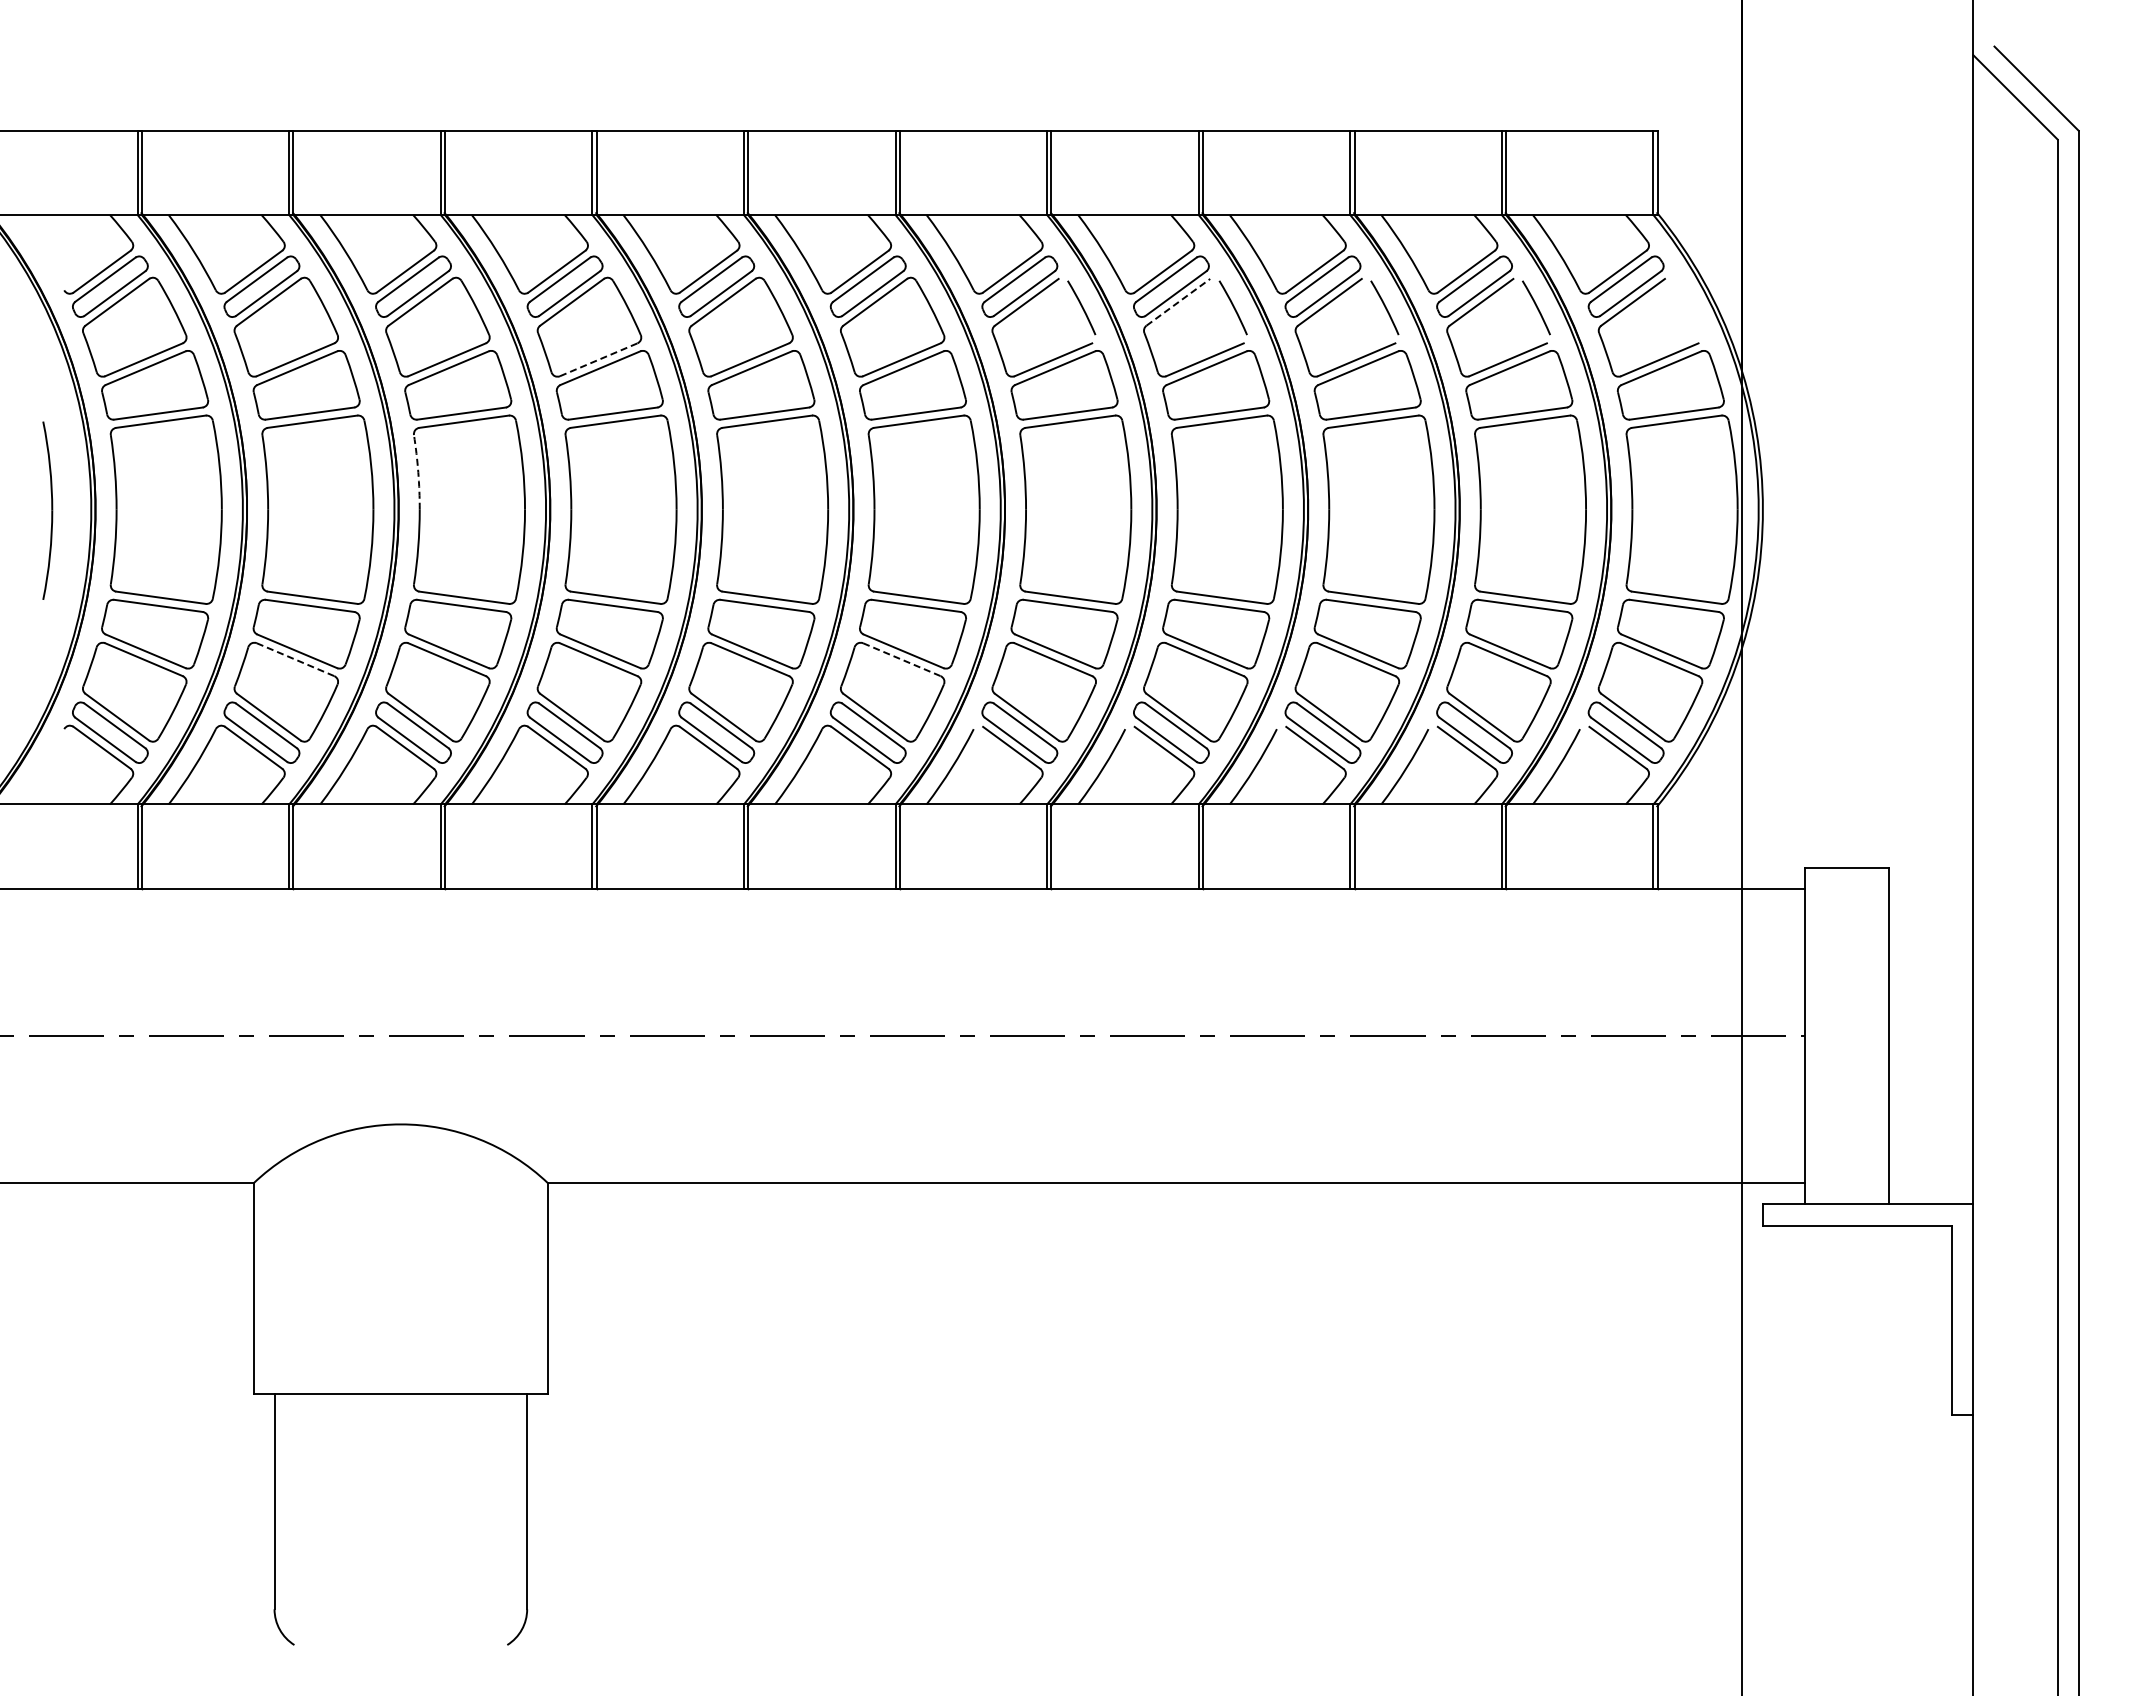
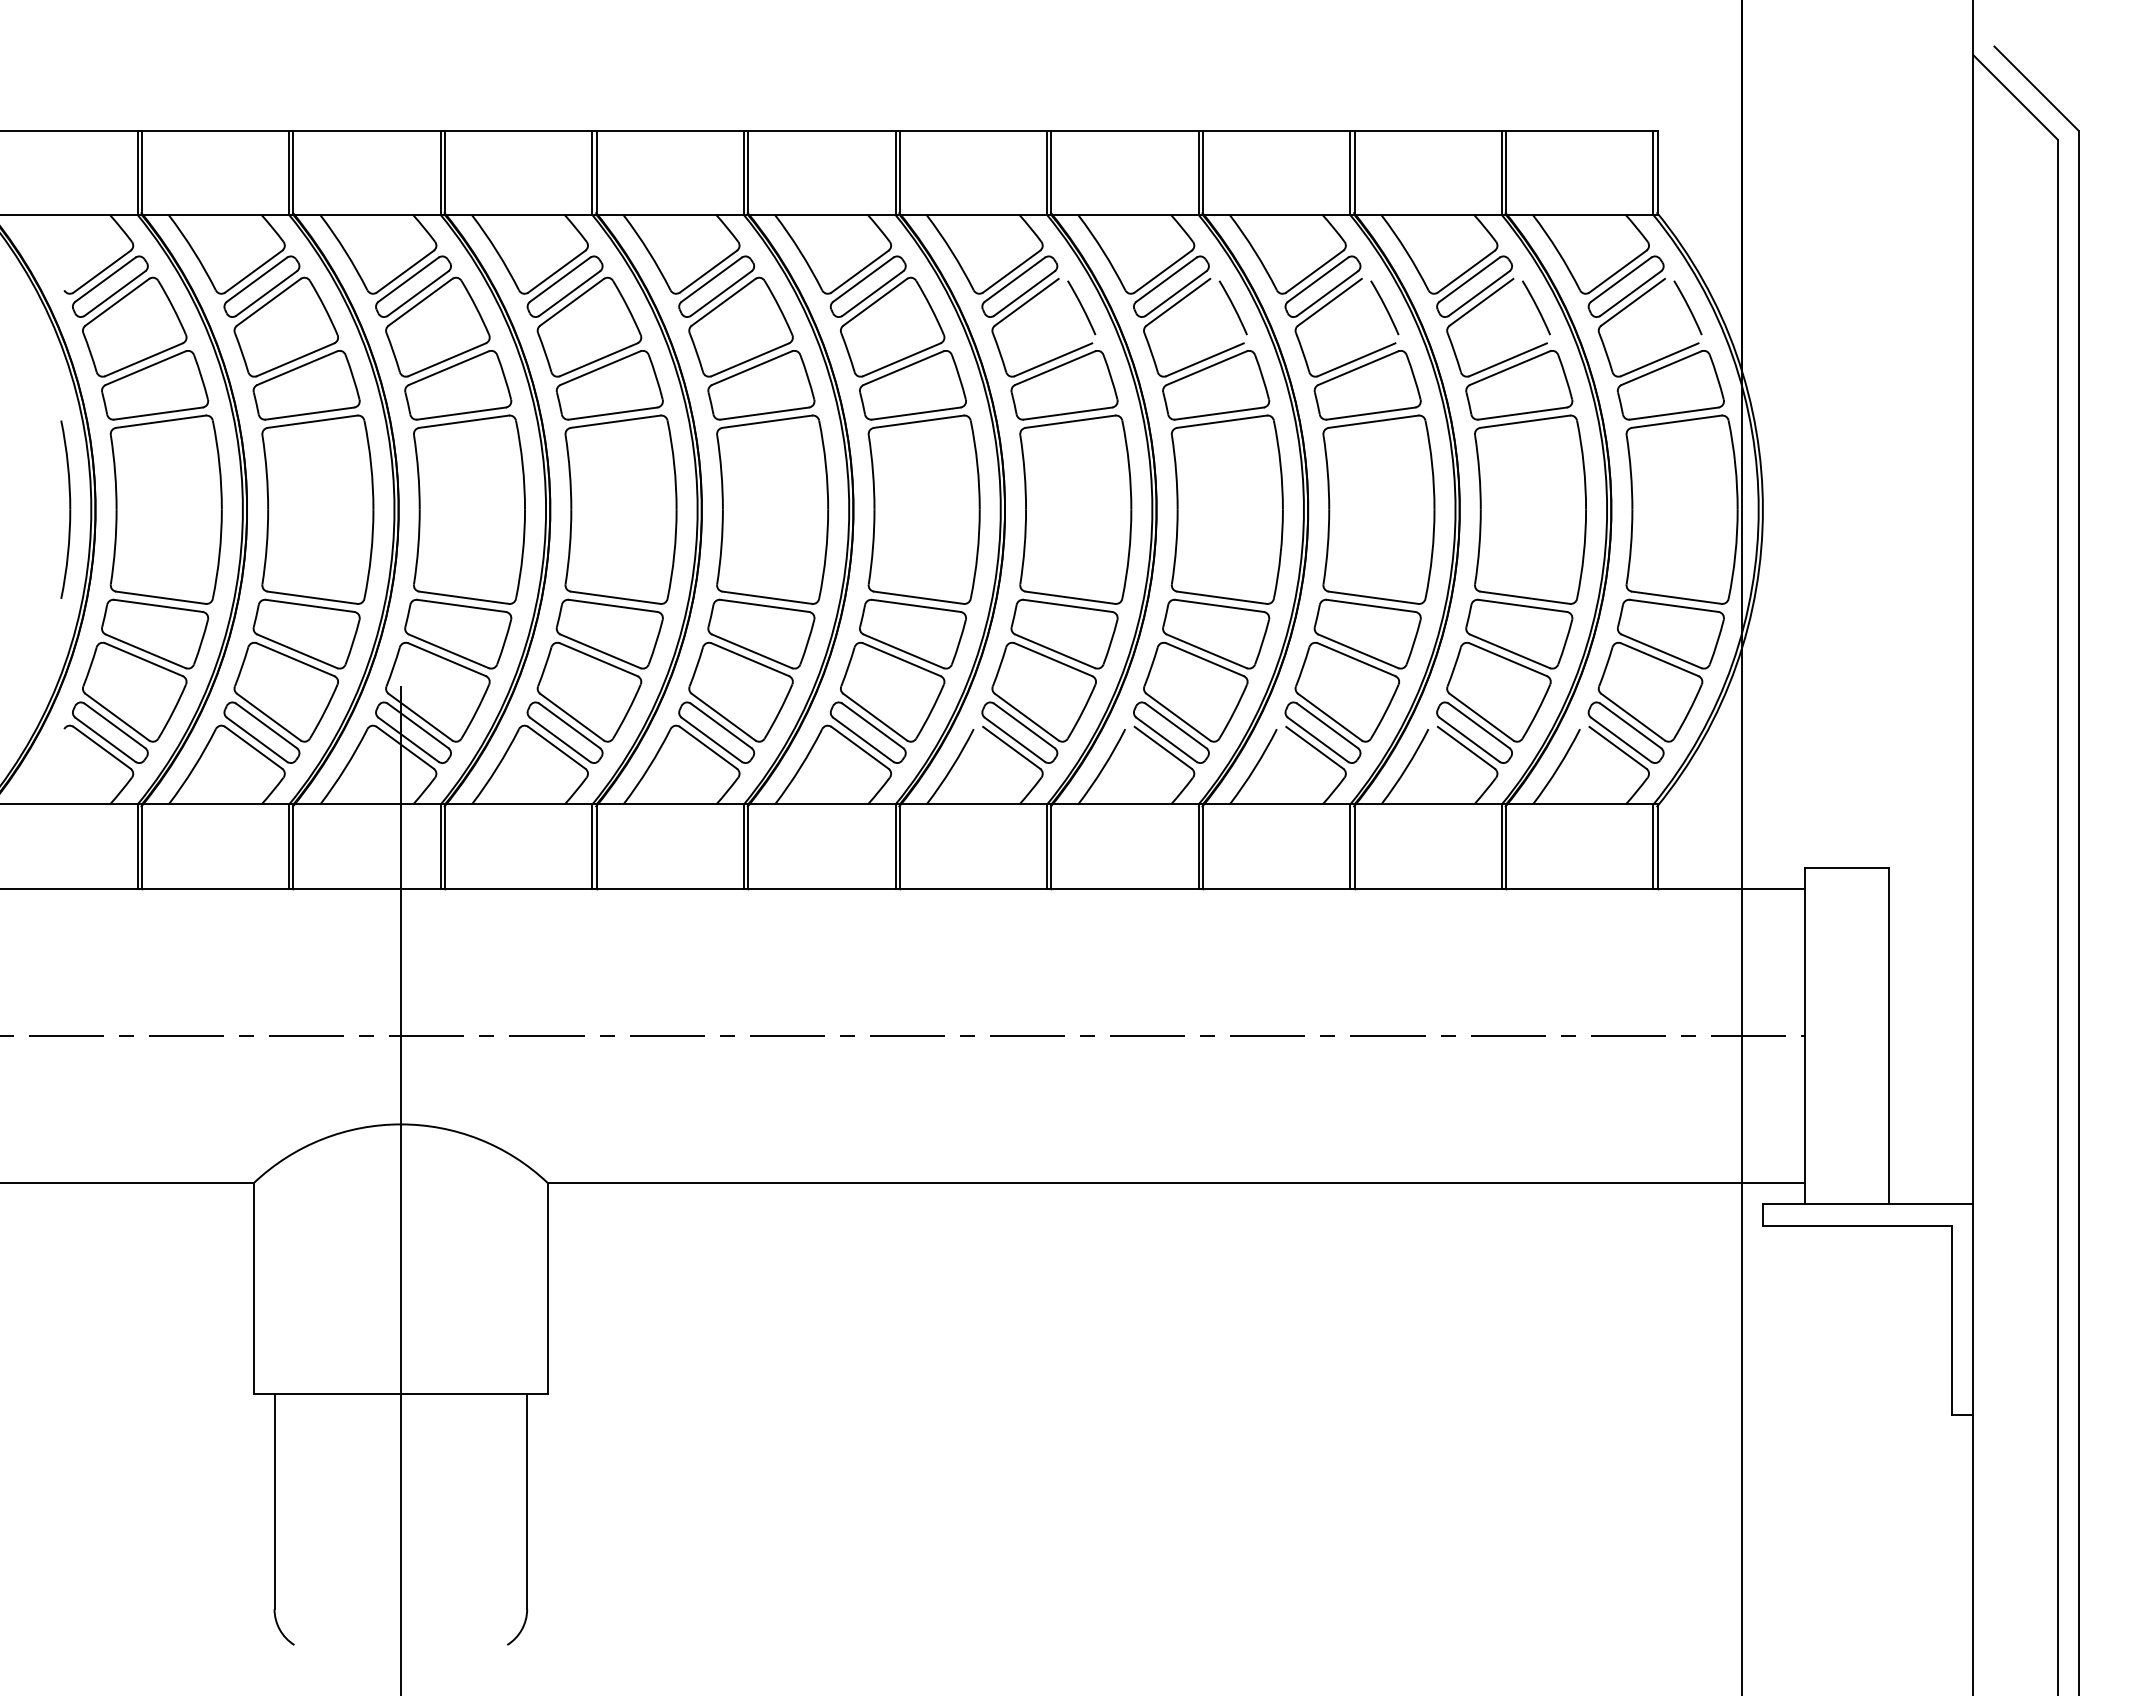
line at (1178, 302): dashed -> solid
line at (1687, 307): none -> present
line at (599, 359): dashed -> solid
arc at (418, 472): dashed -> solid
part at (47, 510) position: (47, 510) -> (65, 509)
line at (296, 659): dashed -> solid
line at (902, 659): dashed -> solid
line at (400, 1189): none -> present
